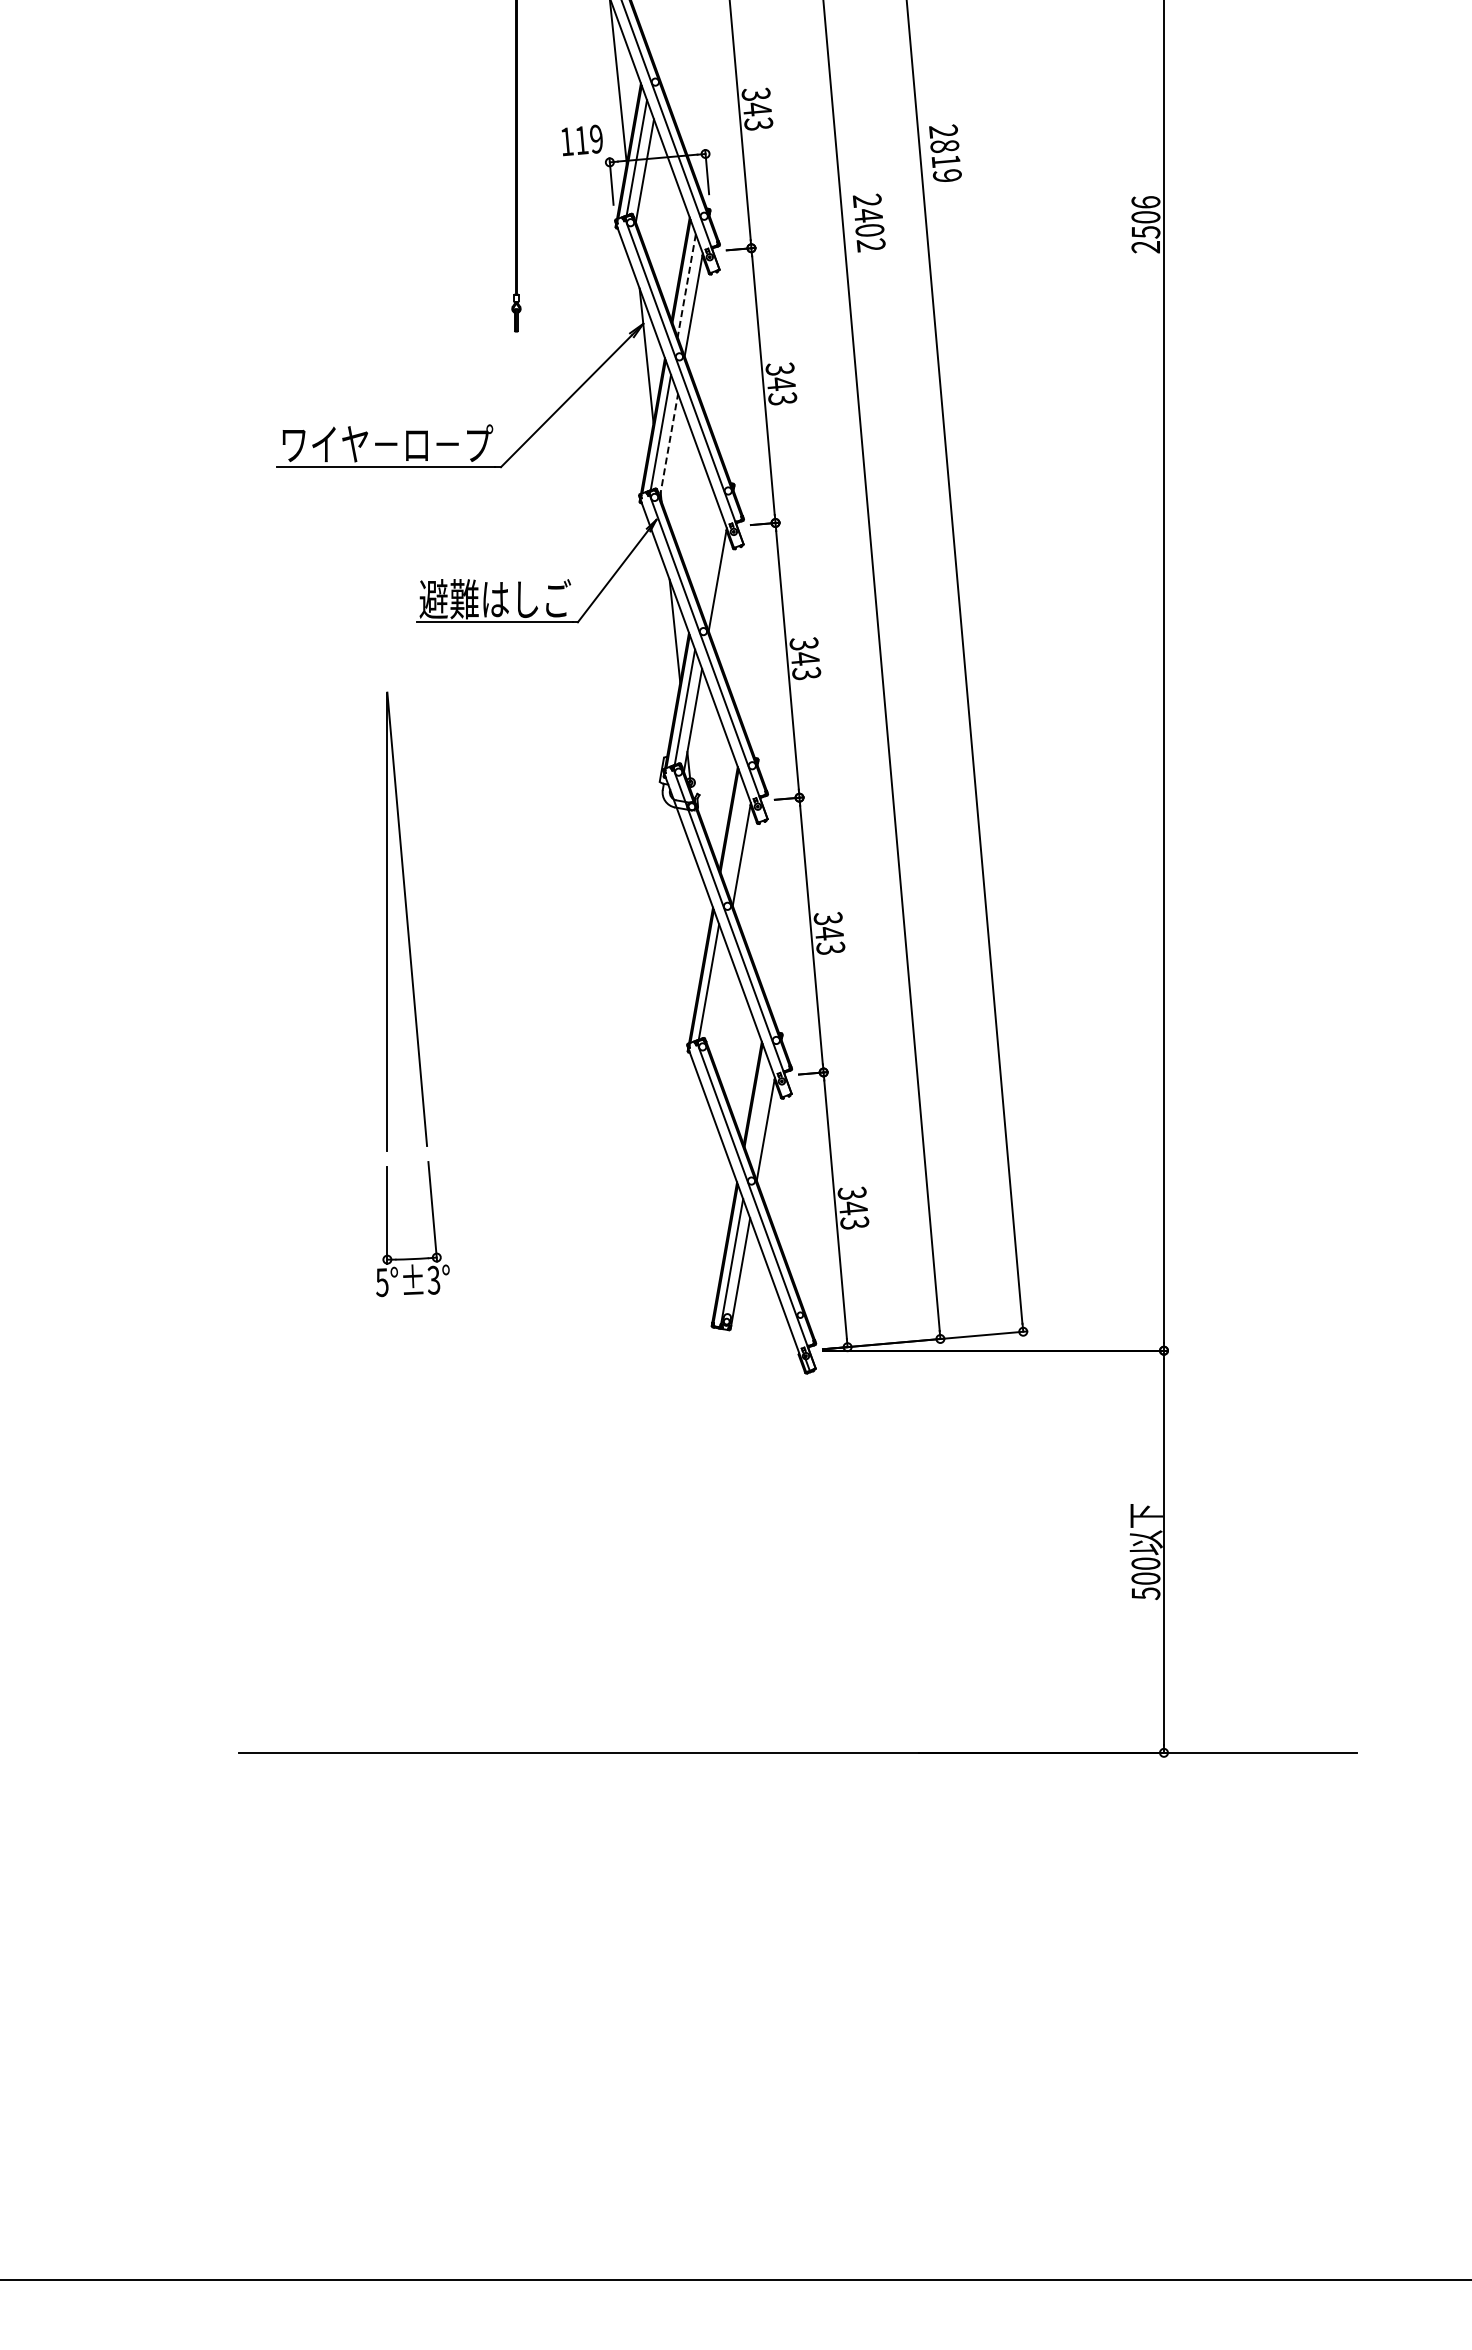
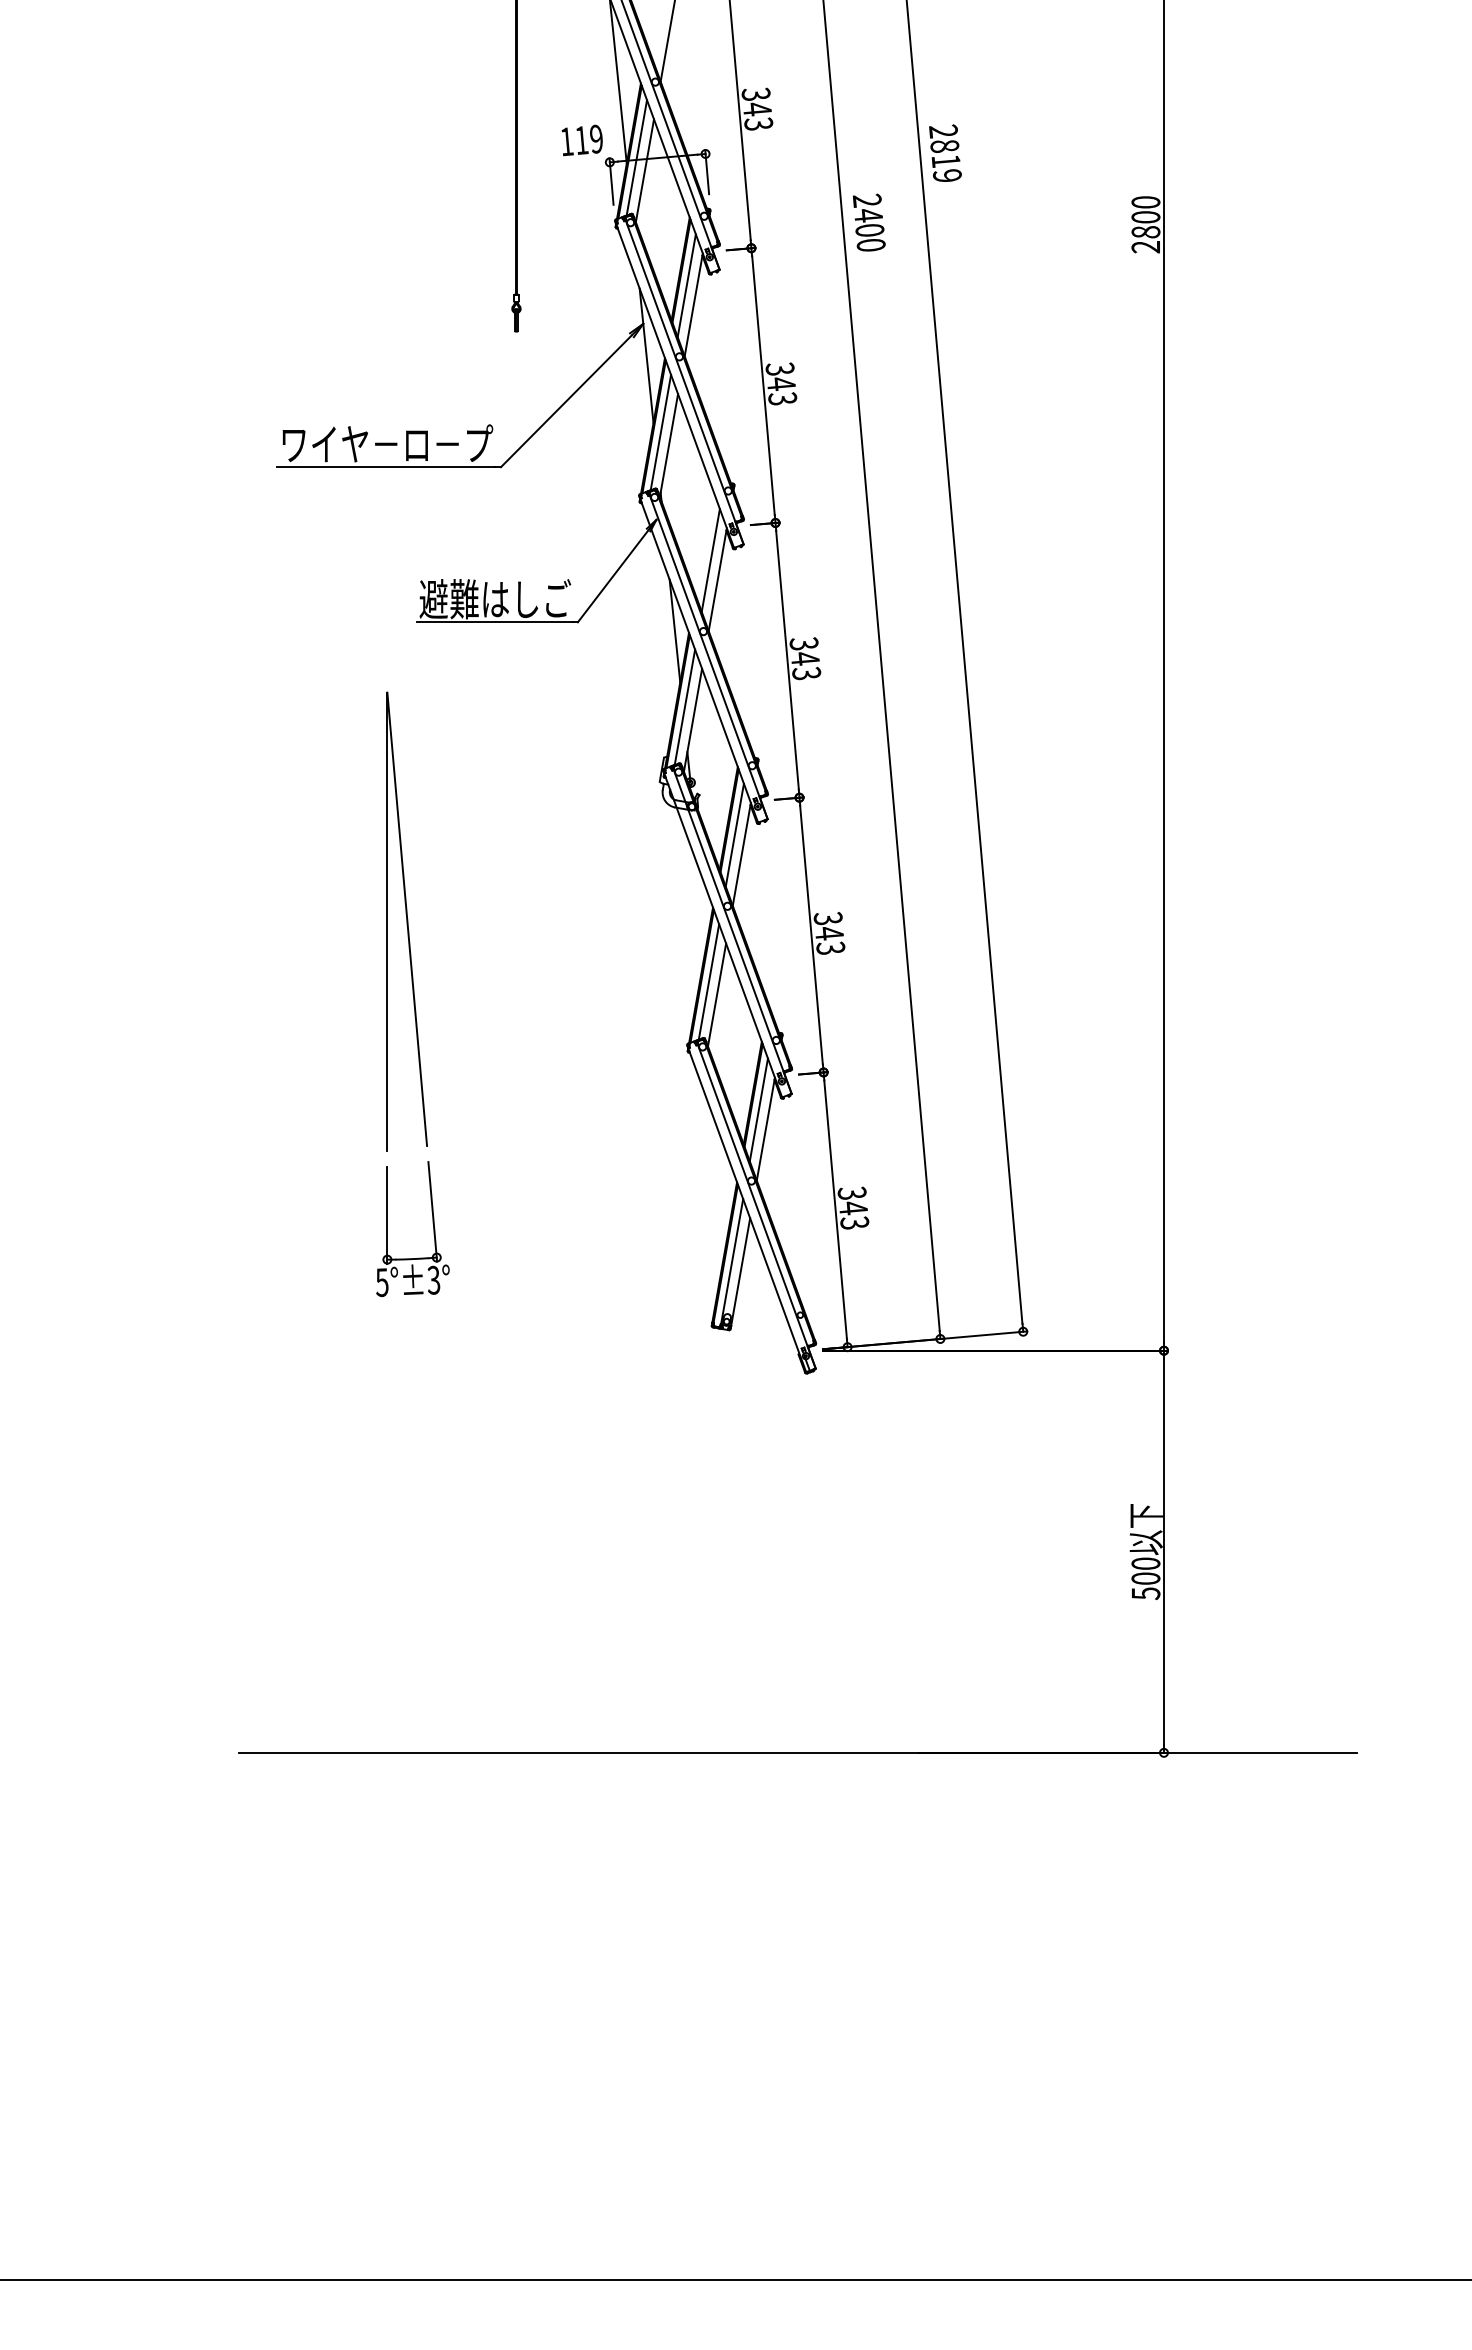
line at (667, 41): none -> present
text at (1145, 217): 2506 -> 2800
text at (870, 245): 2402 -> 2400
line at (686, 286): dashed -> solid
line at (669, 445): dashed -> solid
line at (710, 560): none -> present
line at (734, 834): none -> present
line at (716, 994): none -> present
line at (758, 1109): none -> present
